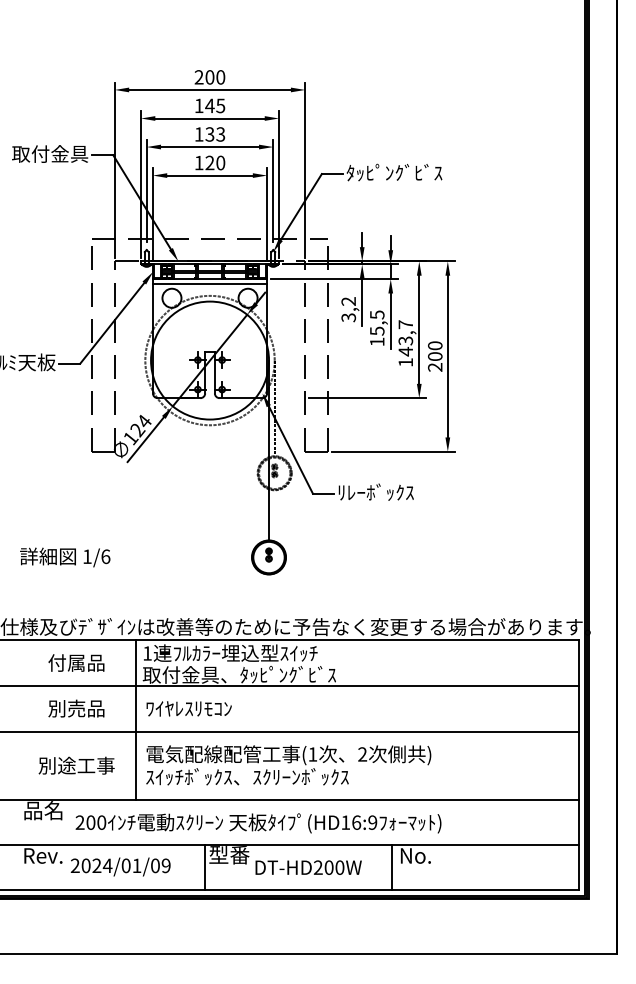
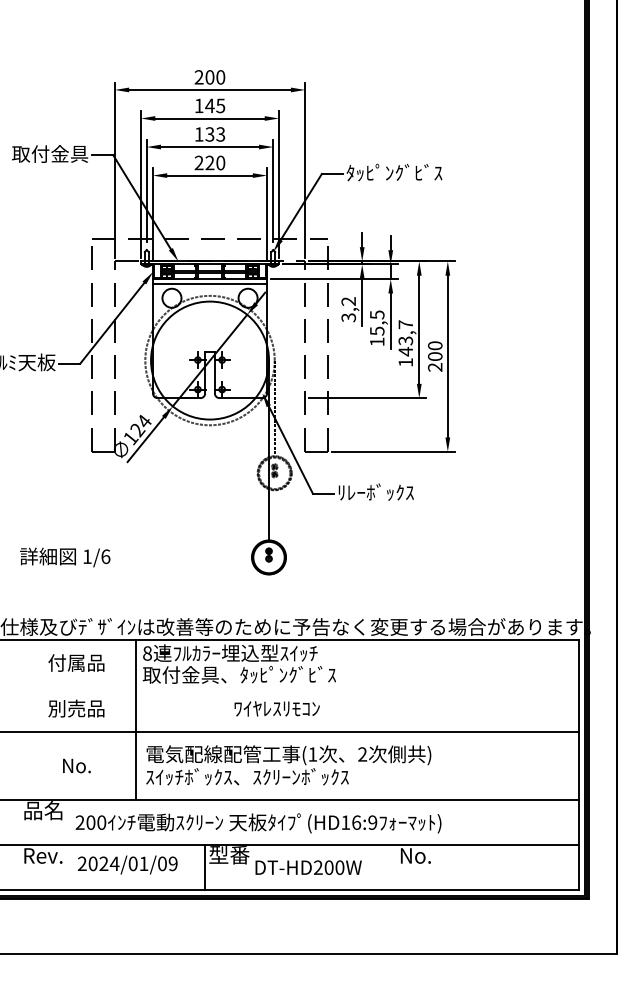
text at (198, 162): 120 -> 220
text at (147, 653): 1 -> 8
line at (290, 686): present -> none
text at (188, 708) position: (188, 708) -> (276, 708)
text at (76, 765): 別途工事 -> No.
text at (120, 866) position: (120, 866) -> (127, 864)
line at (392, 867): present -> none
